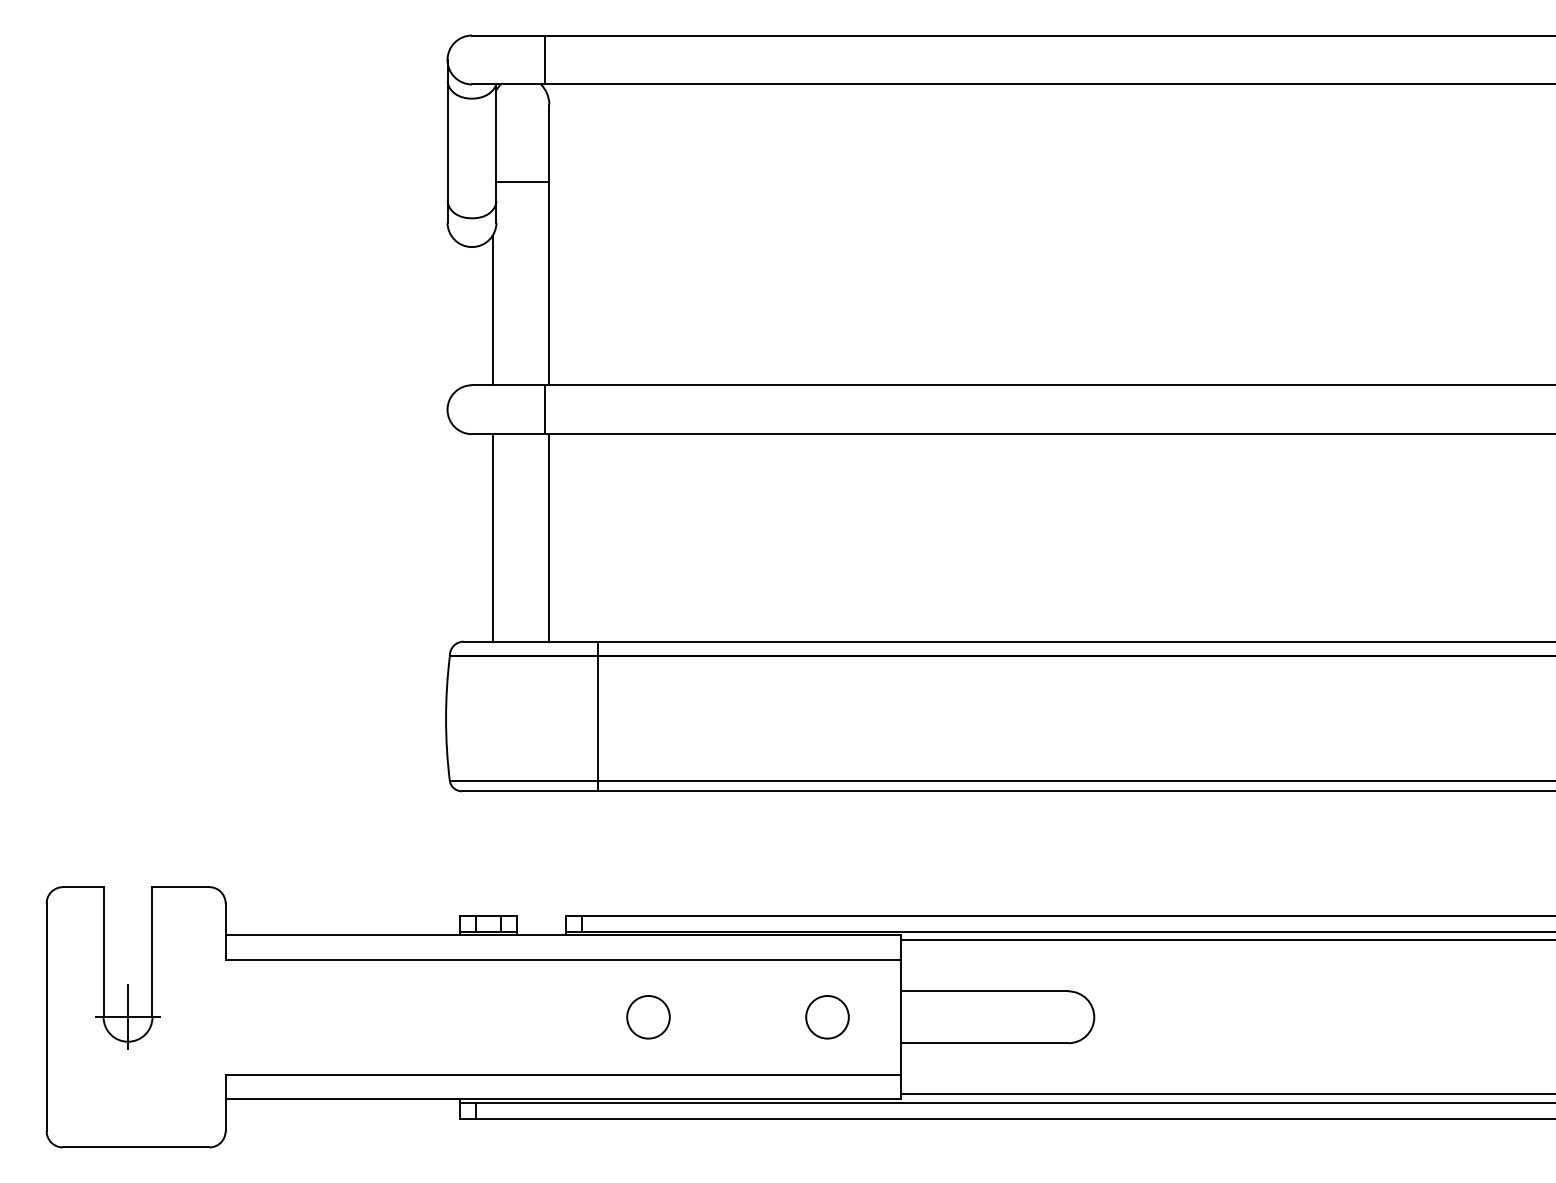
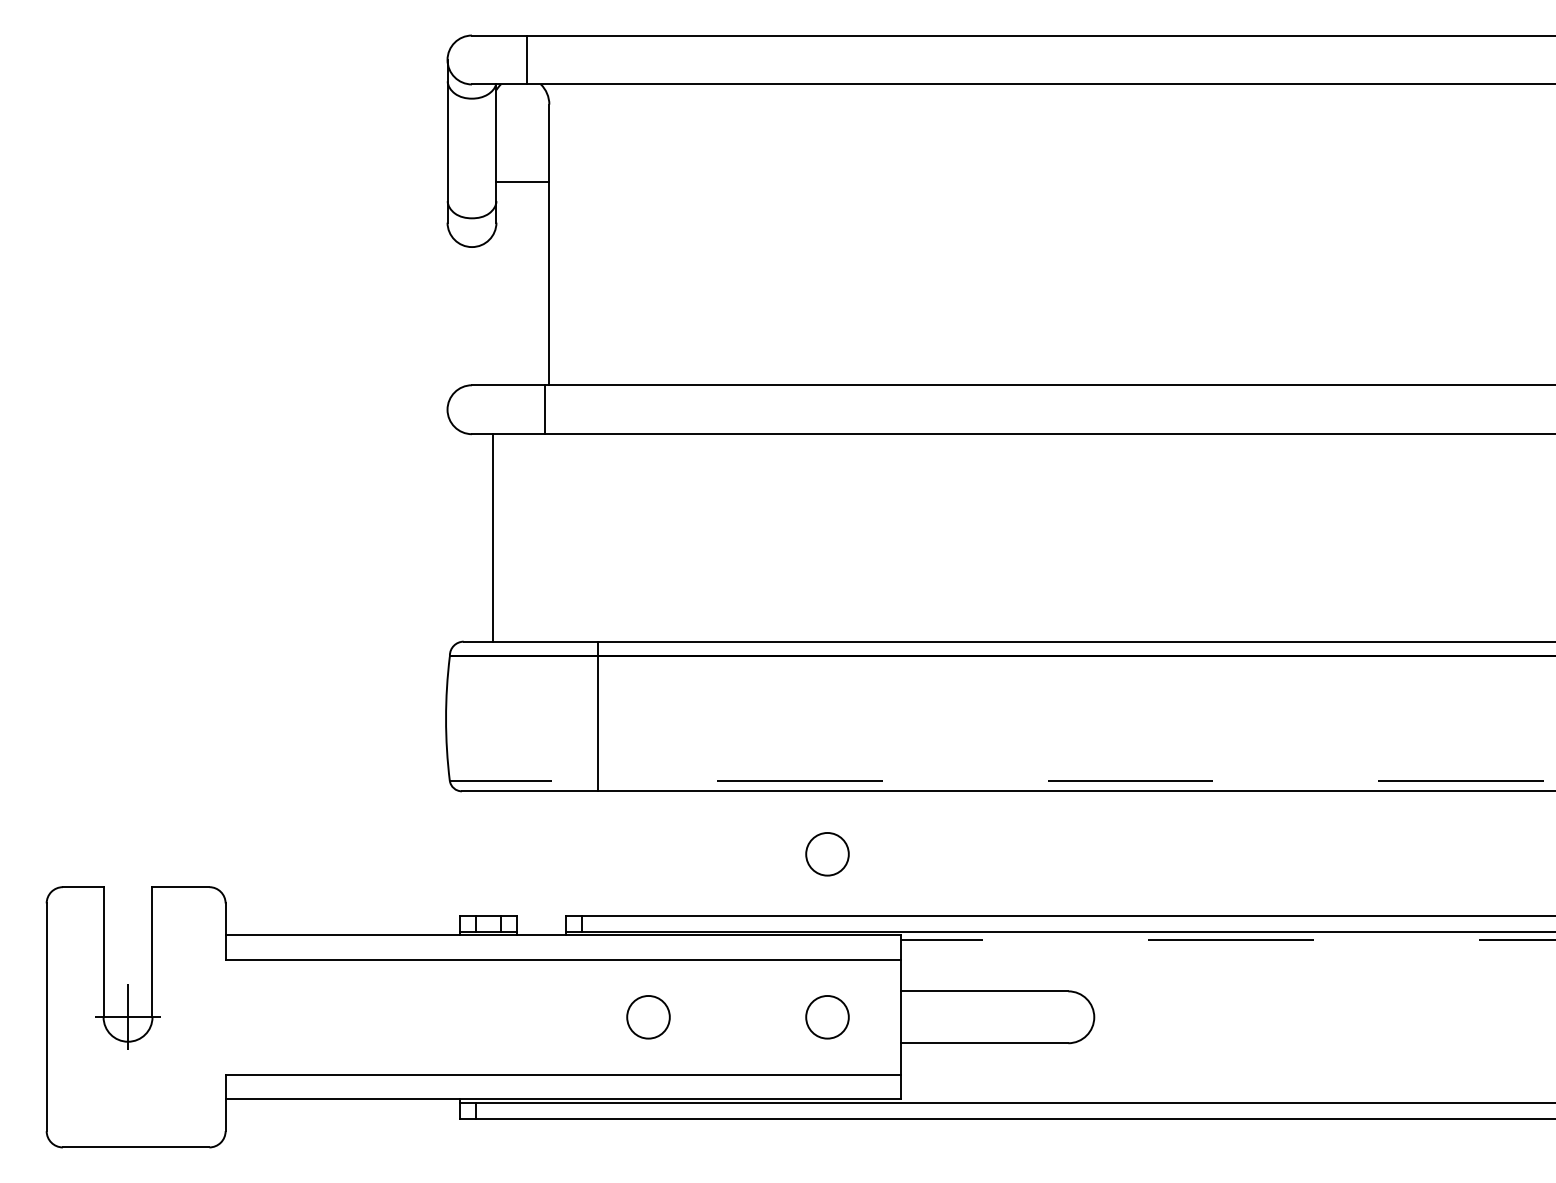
line at (545, 59) position: (545, 59) -> (527, 59)
line at (492, 310): present -> none
line at (549, 537): present -> none
line at (1002, 780): solid -> dashed
circle at (827, 854): none -> present
line at (1227, 939): solid -> dashed
line at (1226, 1094): present -> none
